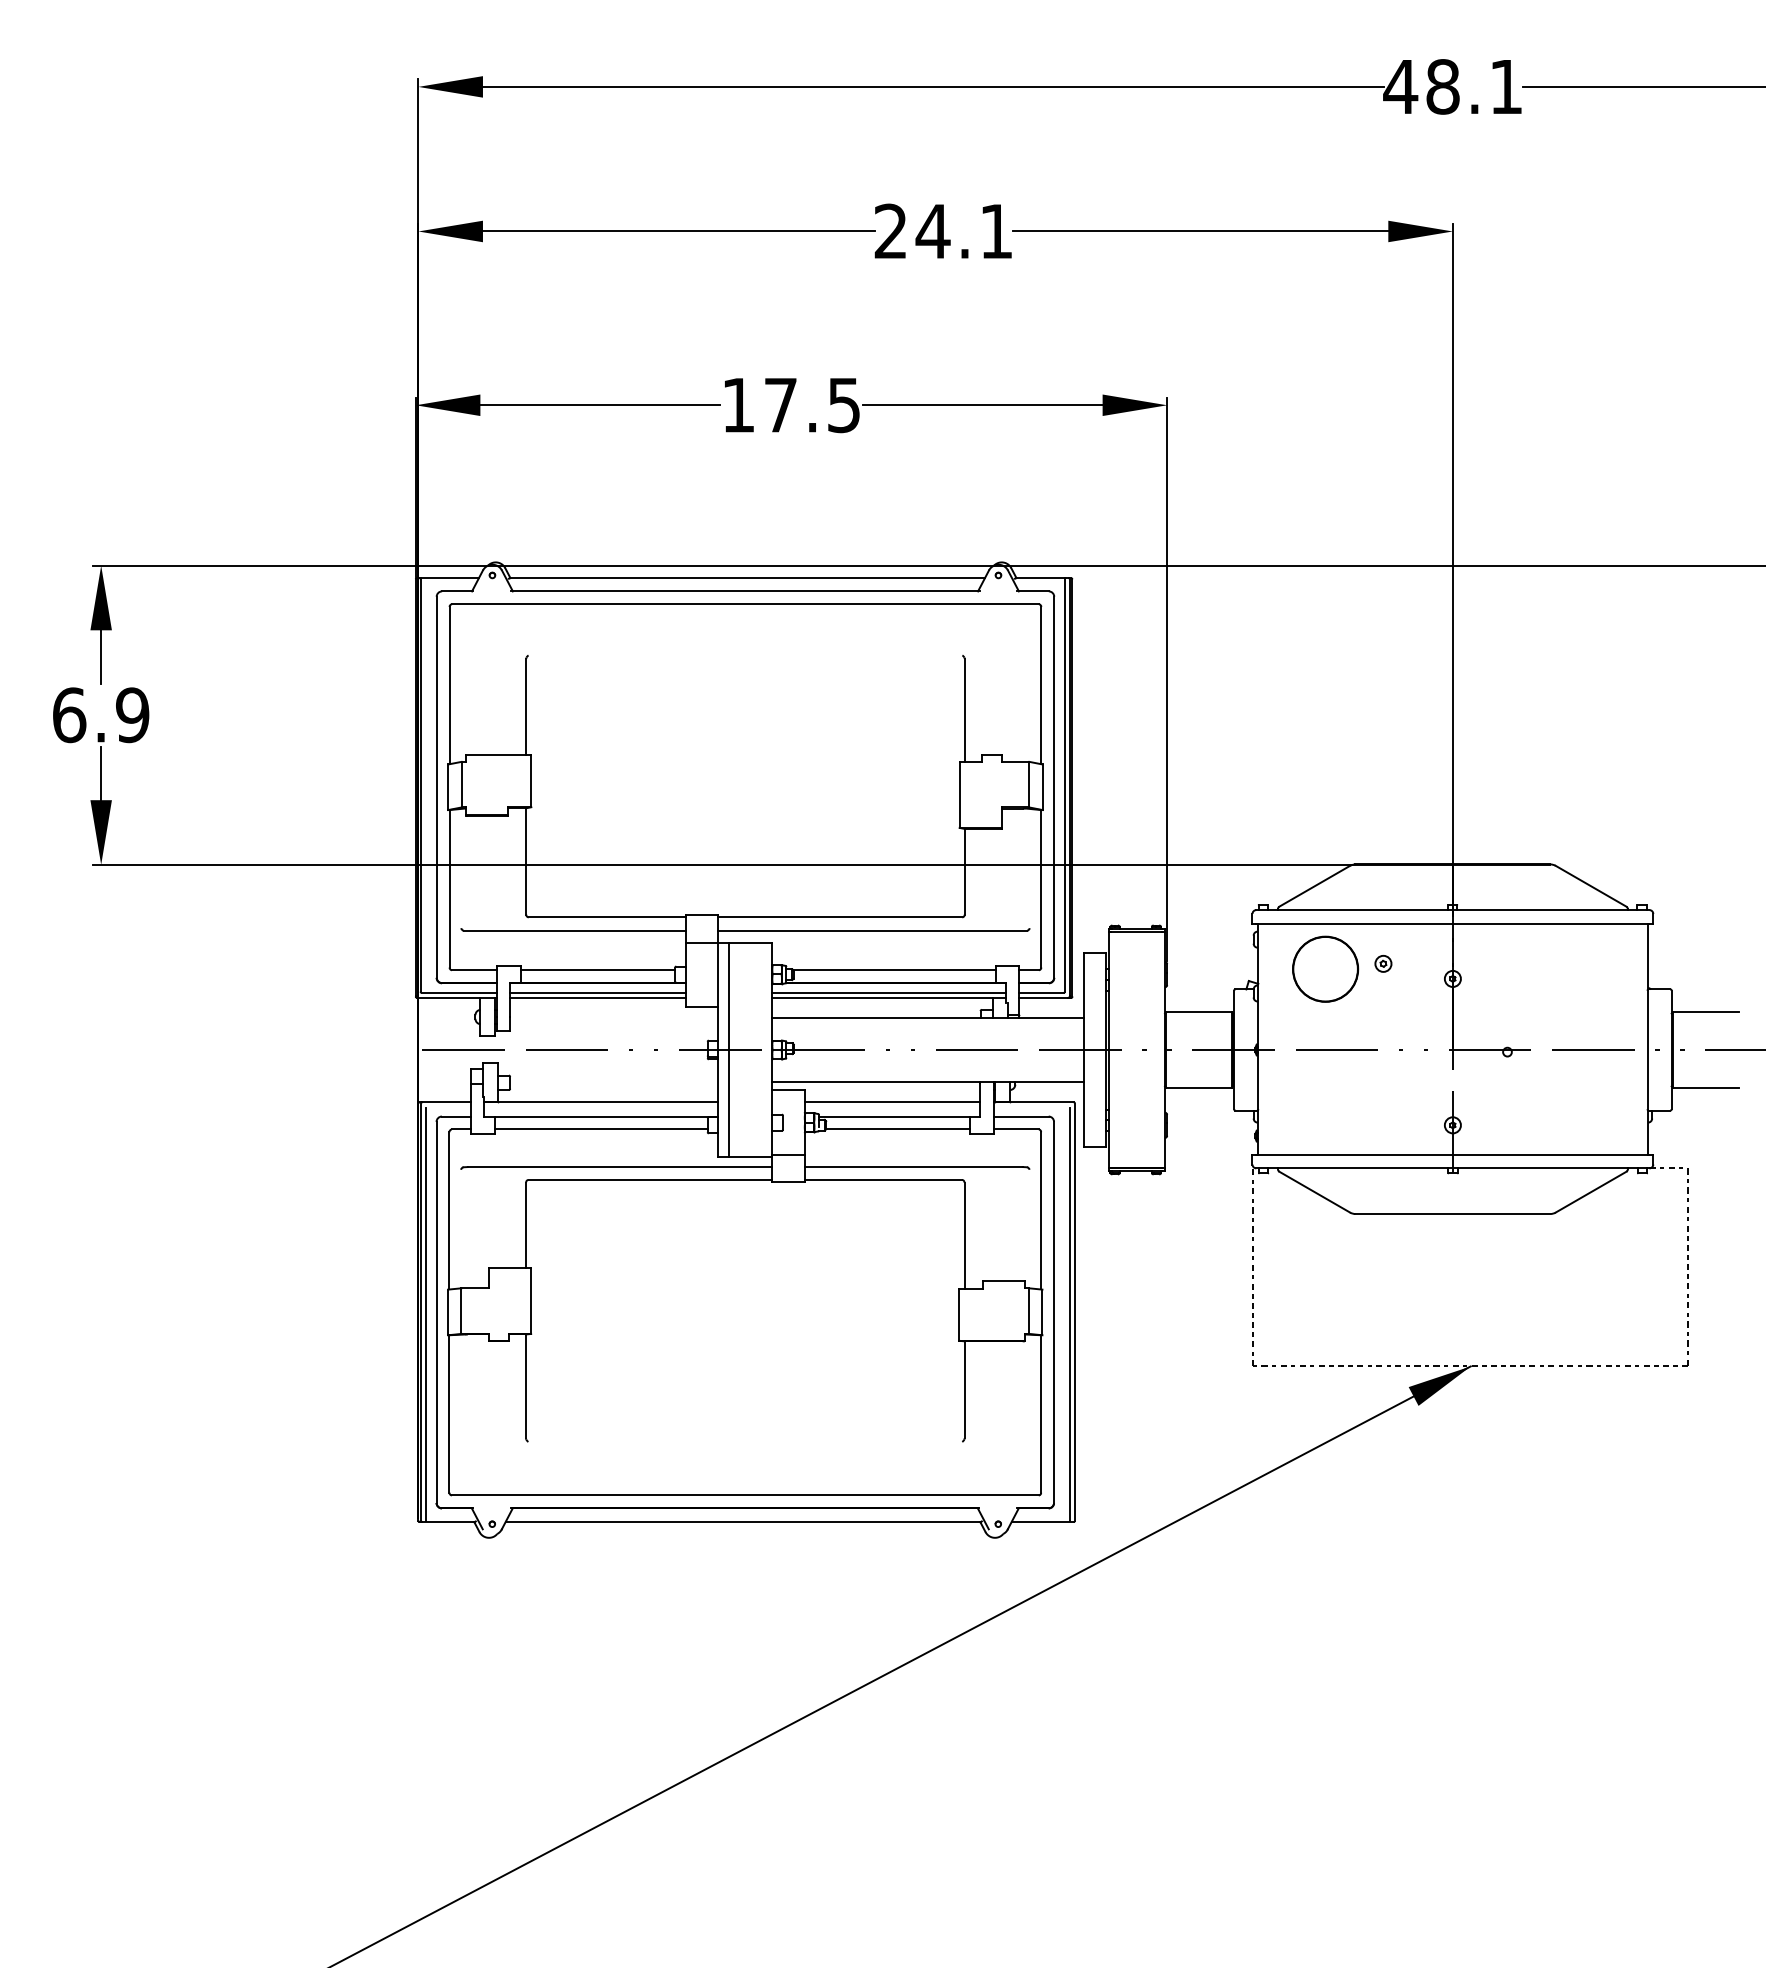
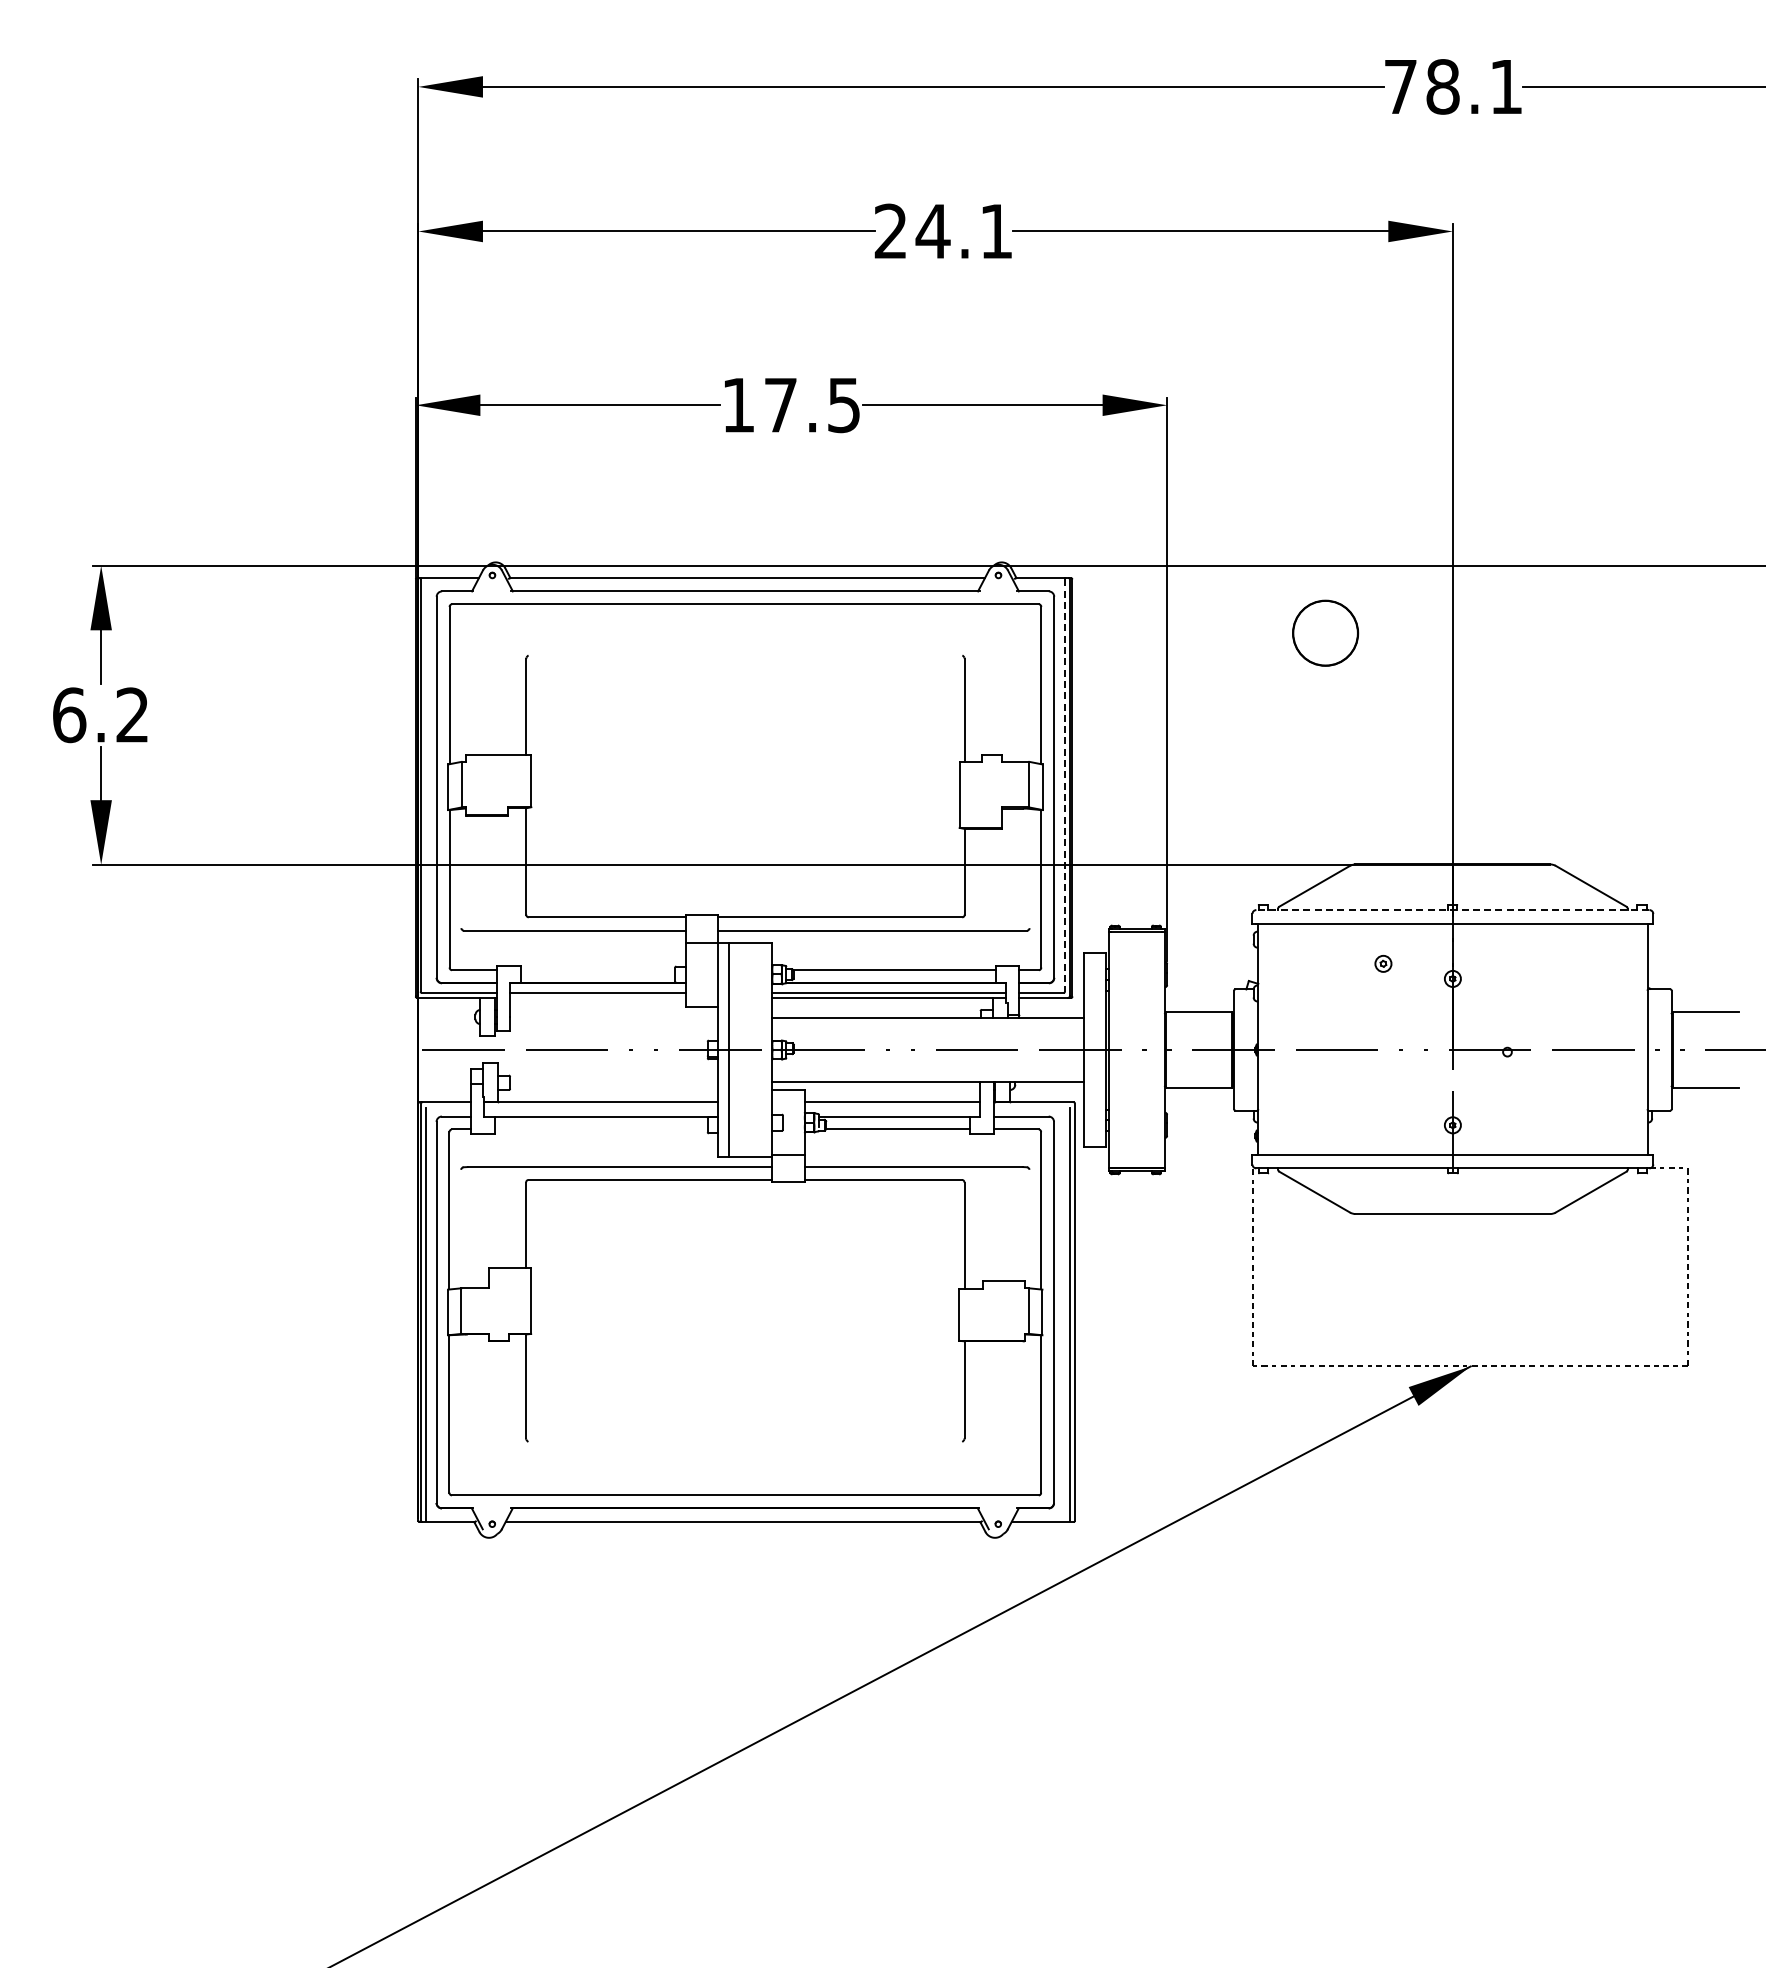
text at (1400, 86): 48.1 -> 78.1
text at (132, 715): 6.9 -> 6.2
line at (1064, 785): solid -> dashed
line at (1452, 910): solid -> dashed
circle at (1325, 968) position: (1325, 968) -> (1325, 632)
line at (597, 970): present -> none
line at (597, 997): present -> none
line at (601, 1129): present -> none
